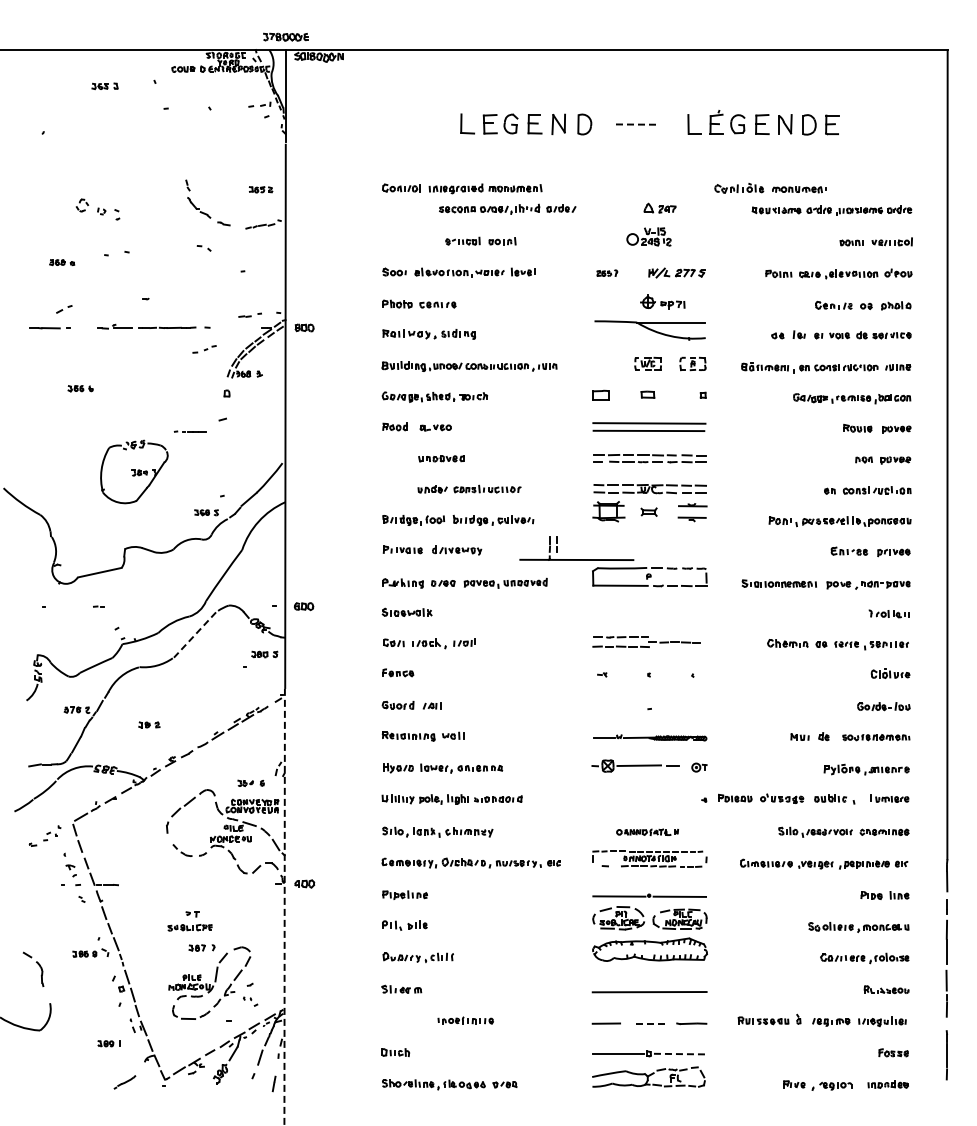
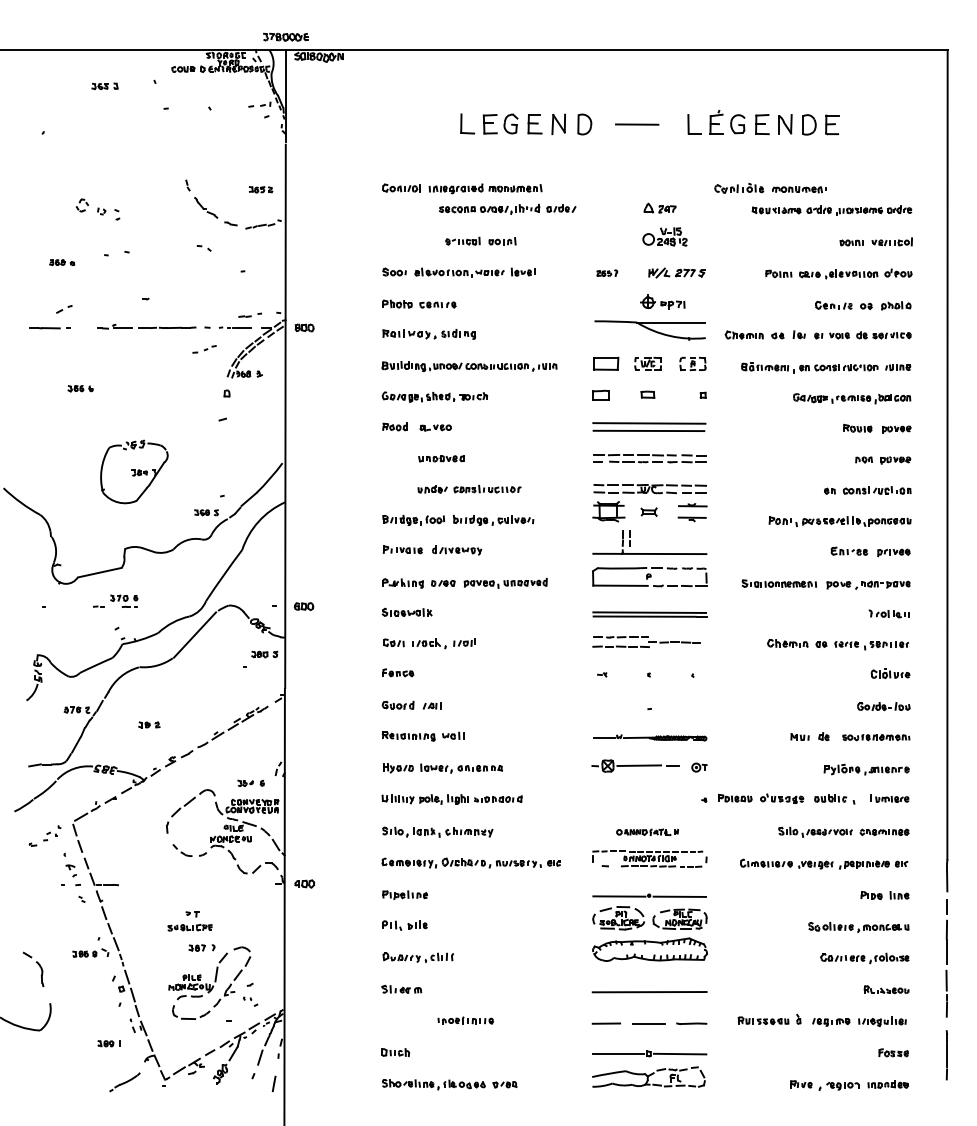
line at (637, 124): dashed -> solid
part at (208, 211) position: (208, 211) -> (215, 211)
part at (648, 236) position: (648, 236) -> (664, 236)
part at (743, 334): none -> present
part at (606, 363): none -> present
part at (190, 431) position: (190, 431) -> (235, 327)
part at (576, 559) position: (576, 559) -> (649, 553)
part at (124, 600): none -> present
part at (649, 614): none -> present
line at (195, 635): dashed -> solid
line at (284, 907): dashed -> solid
line at (648, 1023): dashed -> solid
line at (680, 1054): dashed -> solid
part at (124, 1082) size: 24x15 px -> 32x21 px
part at (817, 1085) position: (817, 1085) -> (824, 1085)
